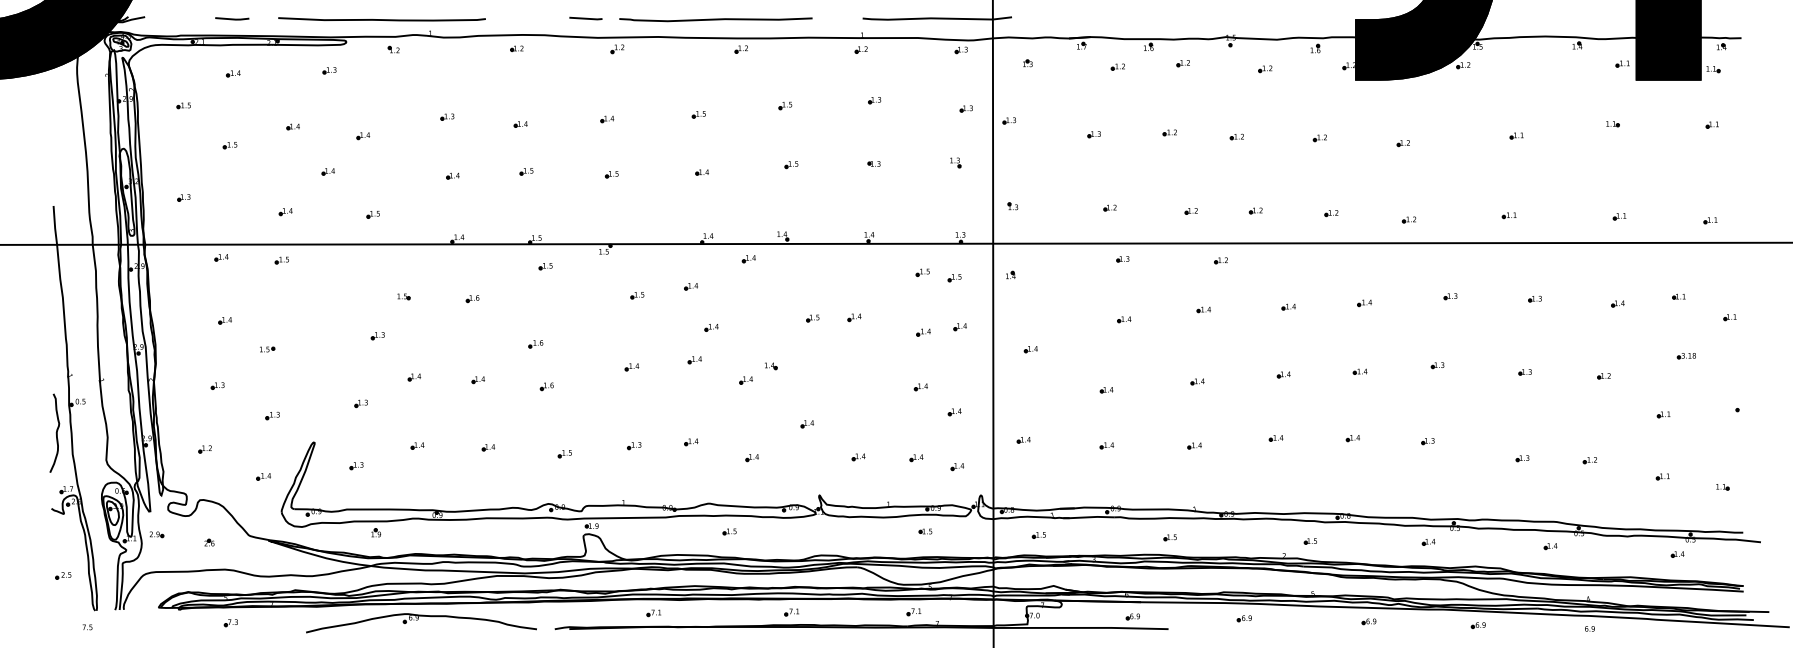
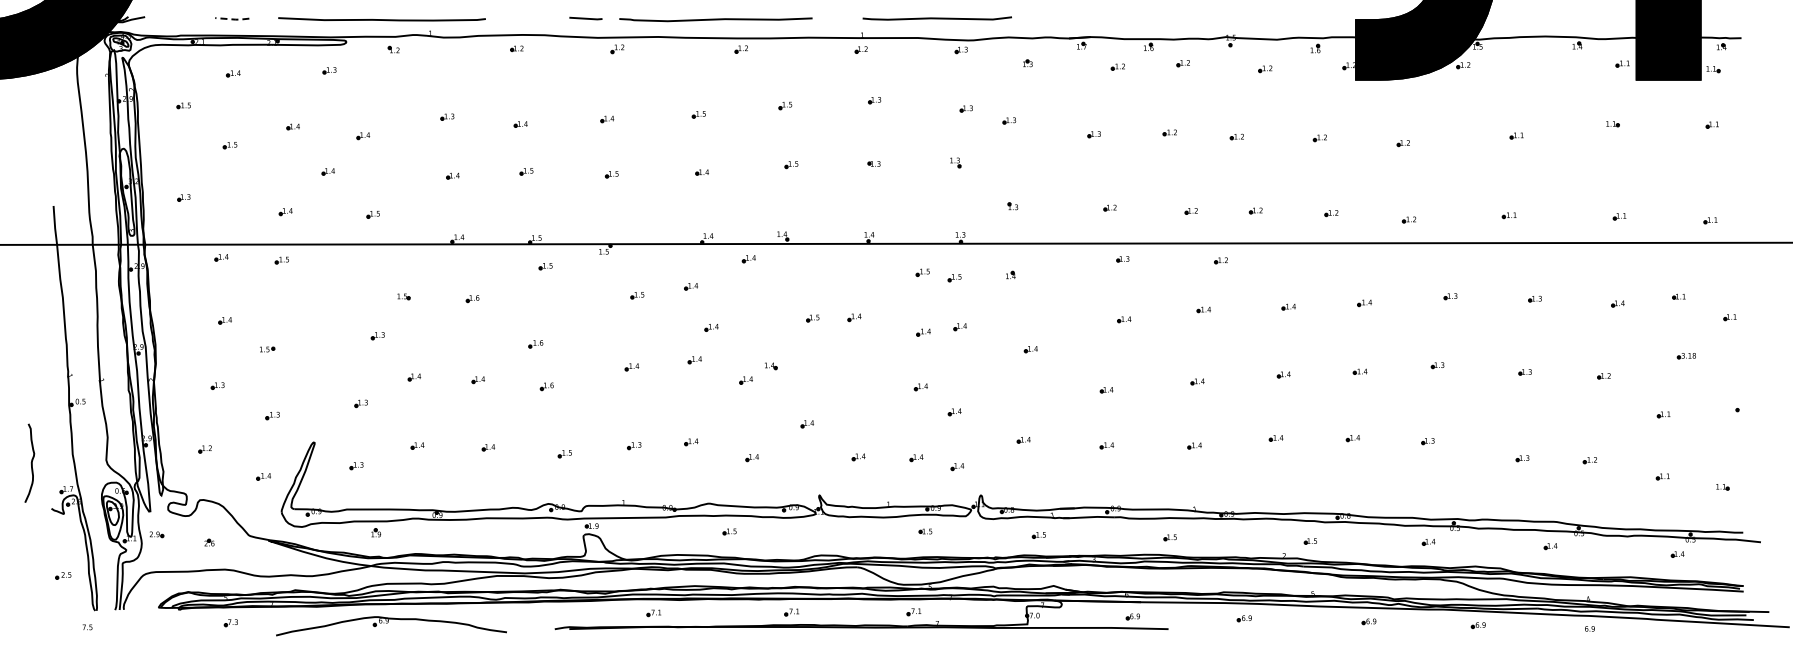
line at (232, 19): solid -> dashed
line at (992, 323): present -> none
curve at (55, 432) position: (55, 432) -> (30, 462)
part at (421, 623) position: (421, 623) -> (391, 626)
